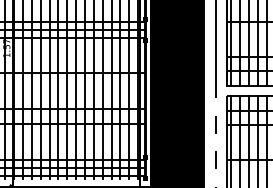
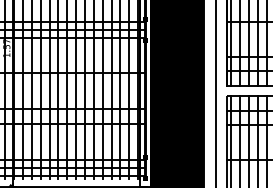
line at (216, 138): dashed -> solid
